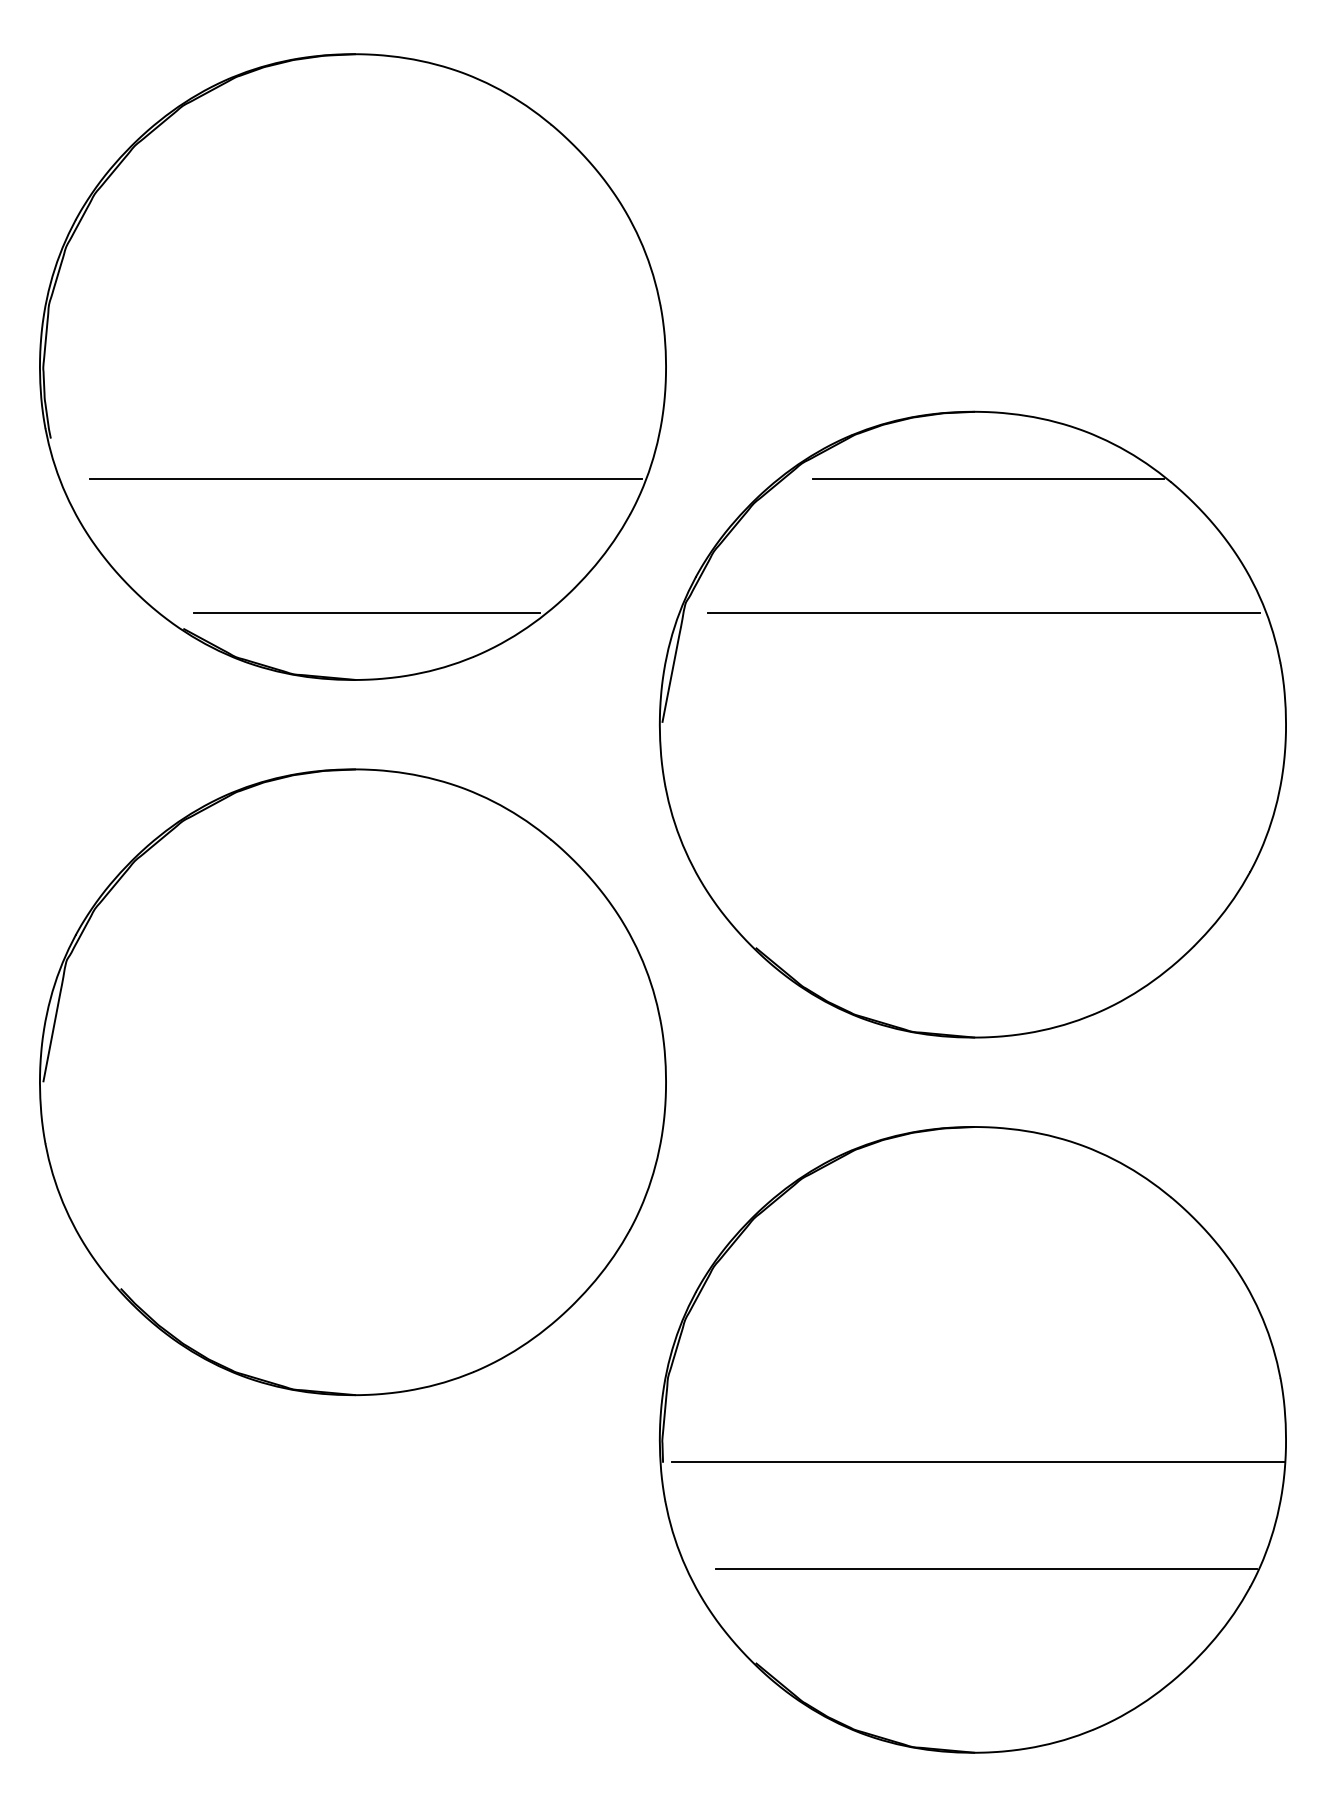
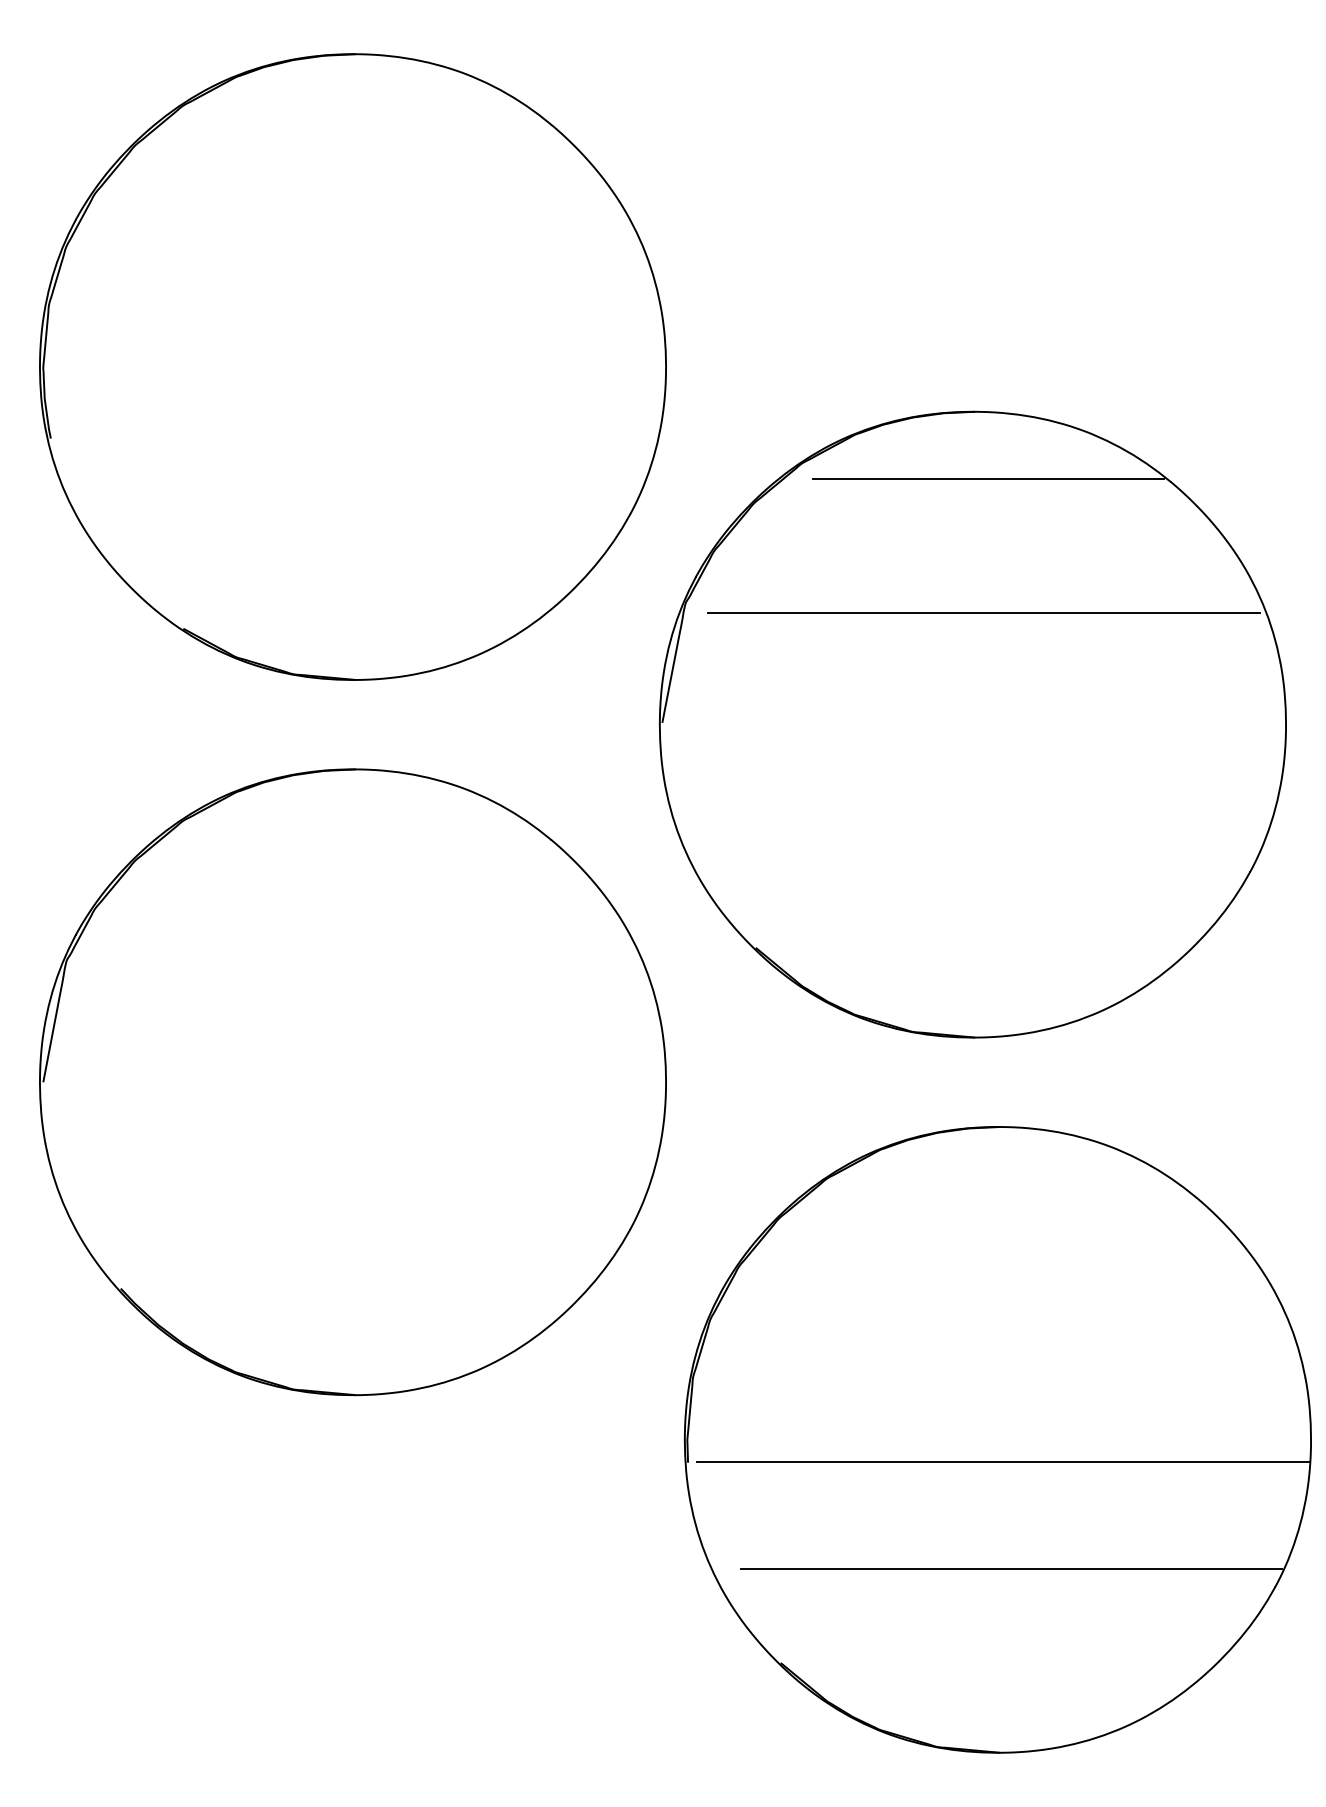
line at (365, 478): present -> none
line at (367, 612): present -> none
part at (972, 1439) position: (972, 1439) -> (997, 1439)
